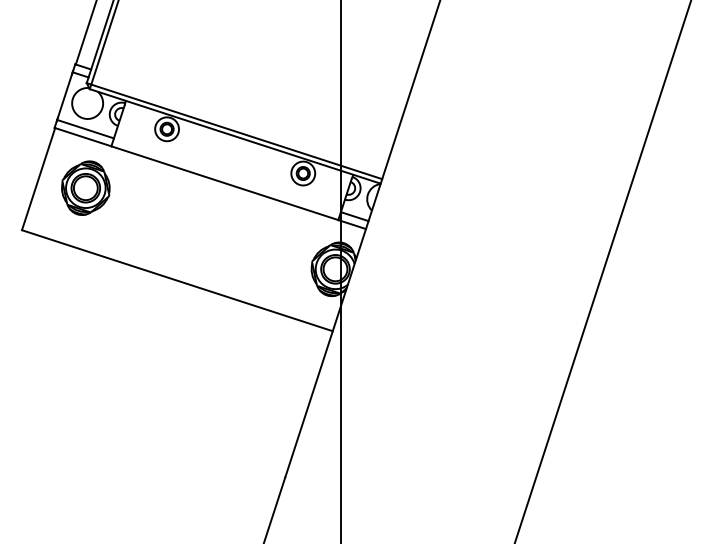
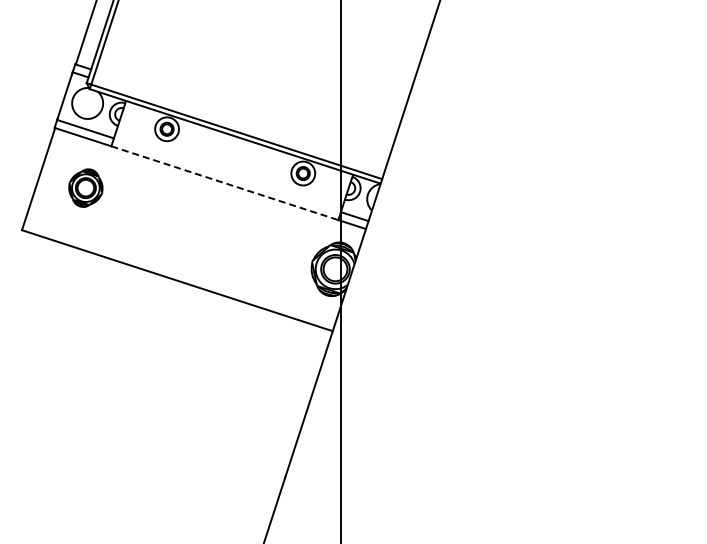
line at (225, 183): solid -> dashed
part at (85, 187) size: 50x56 px -> 36x40 px
line at (602, 271): present -> none
